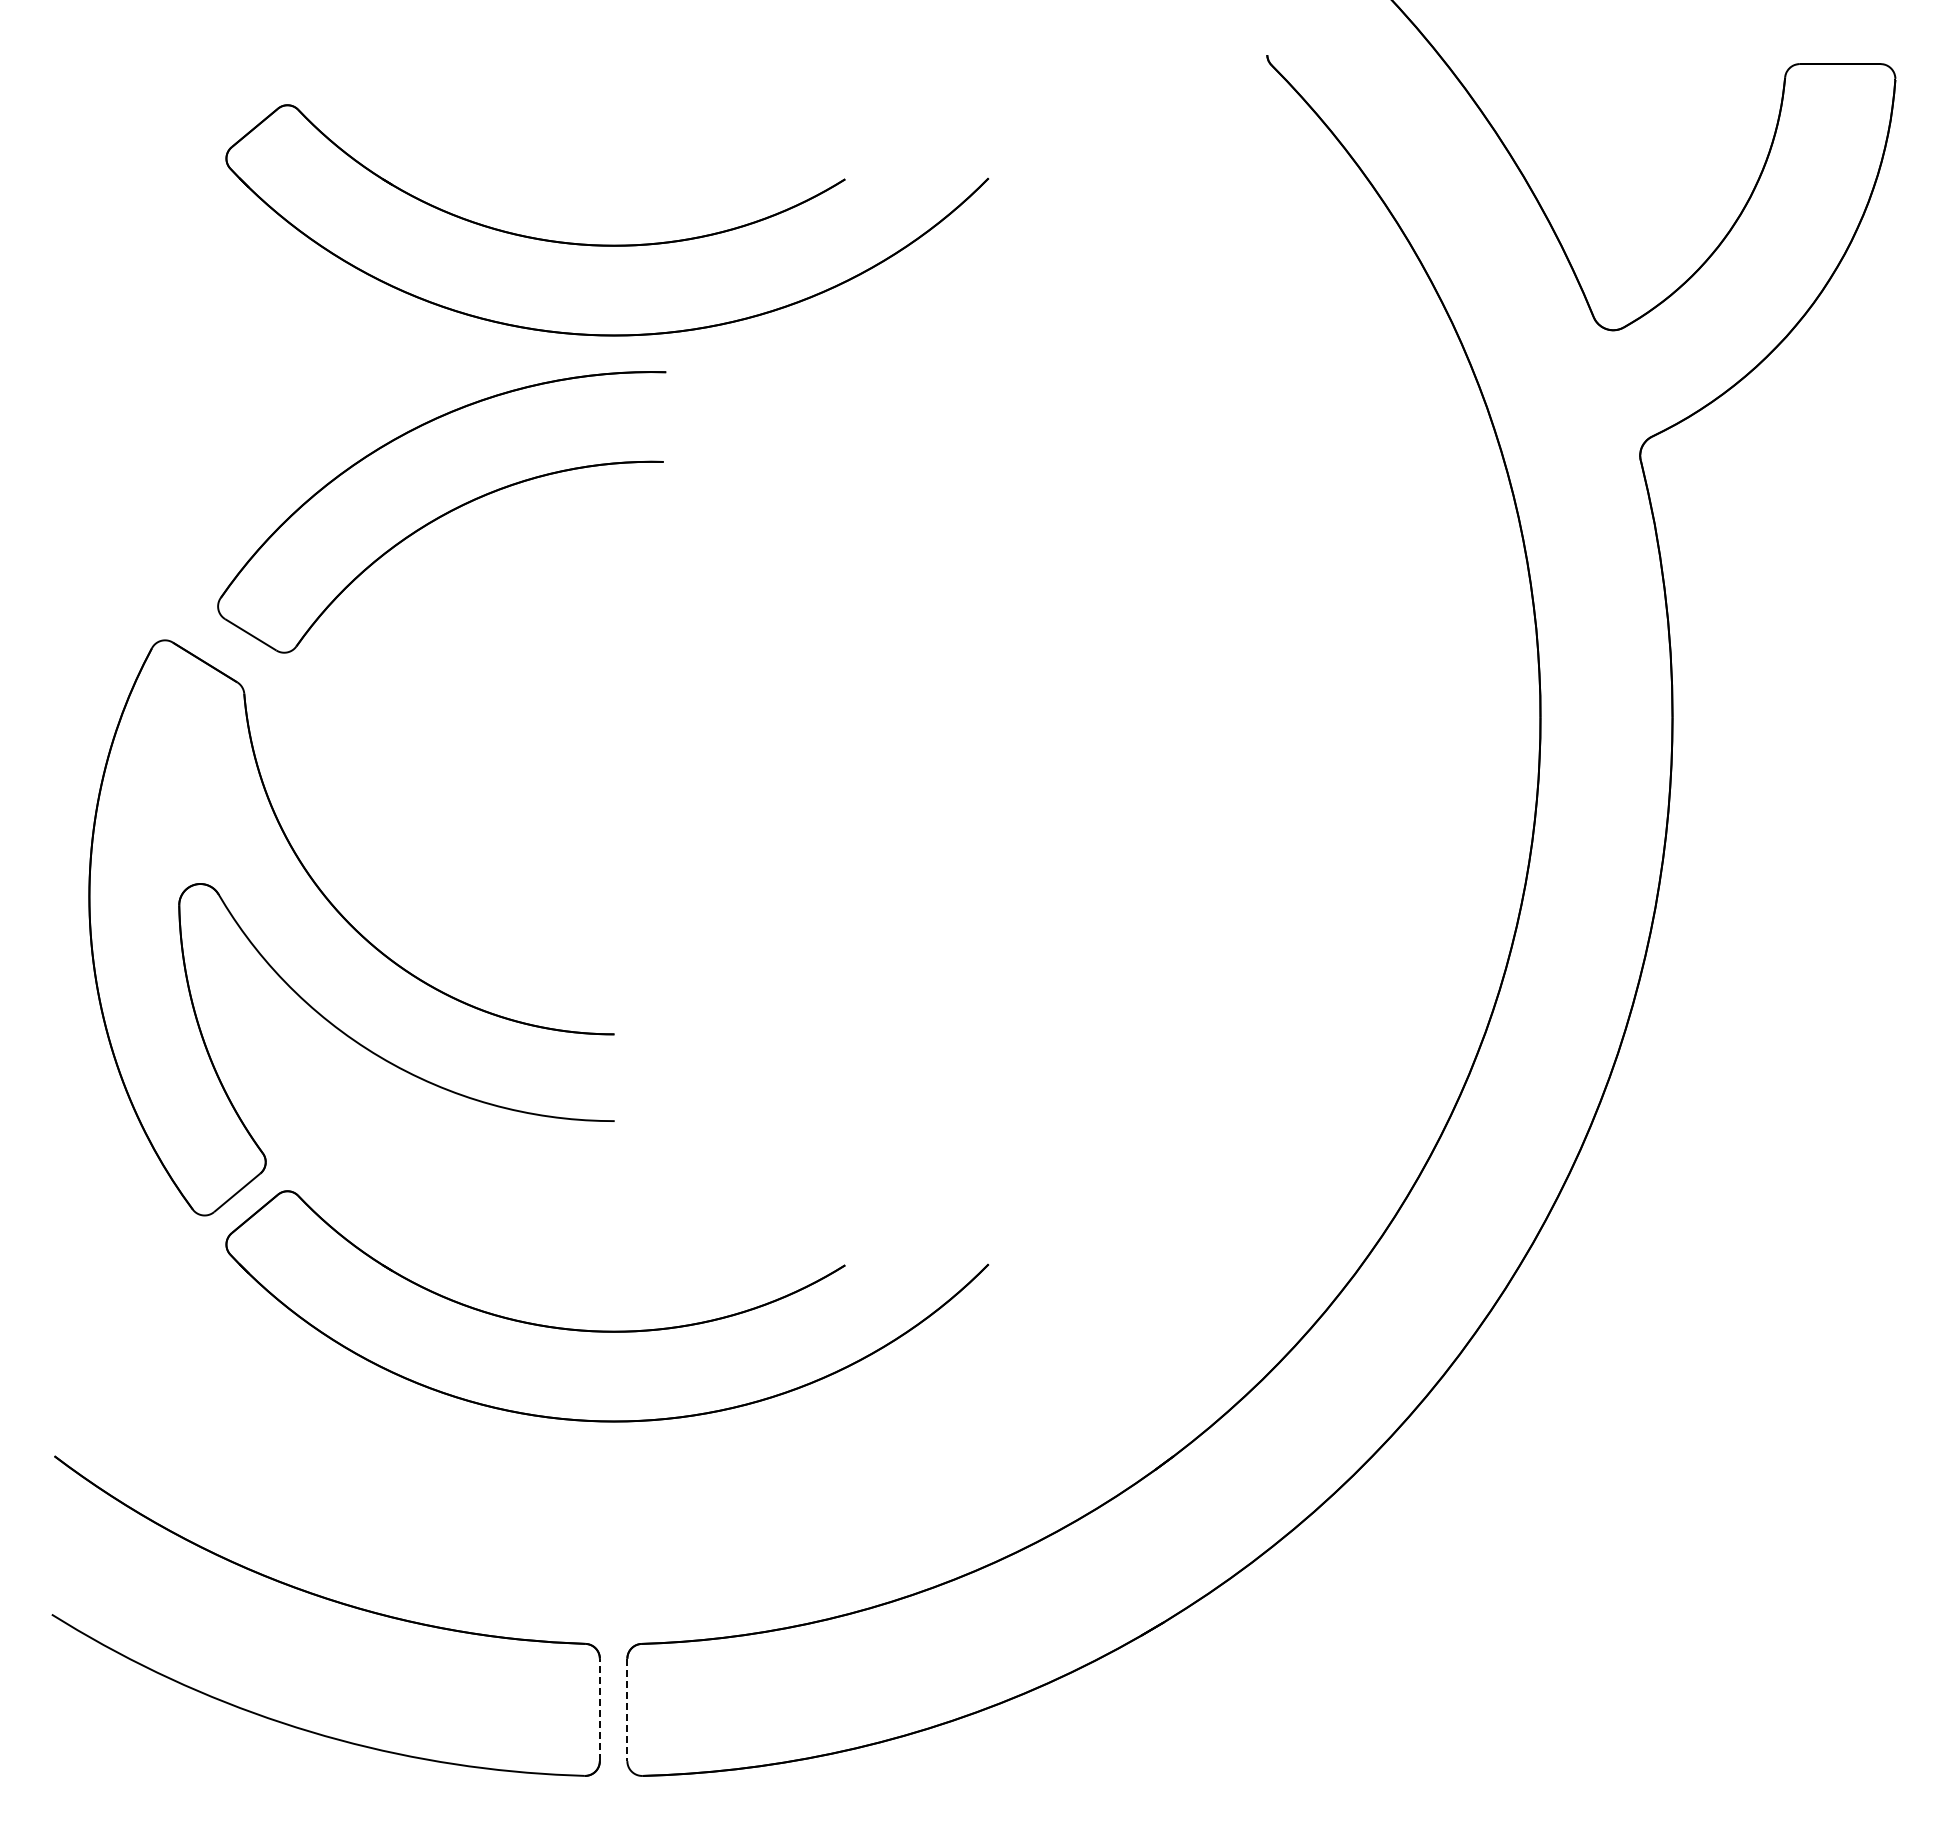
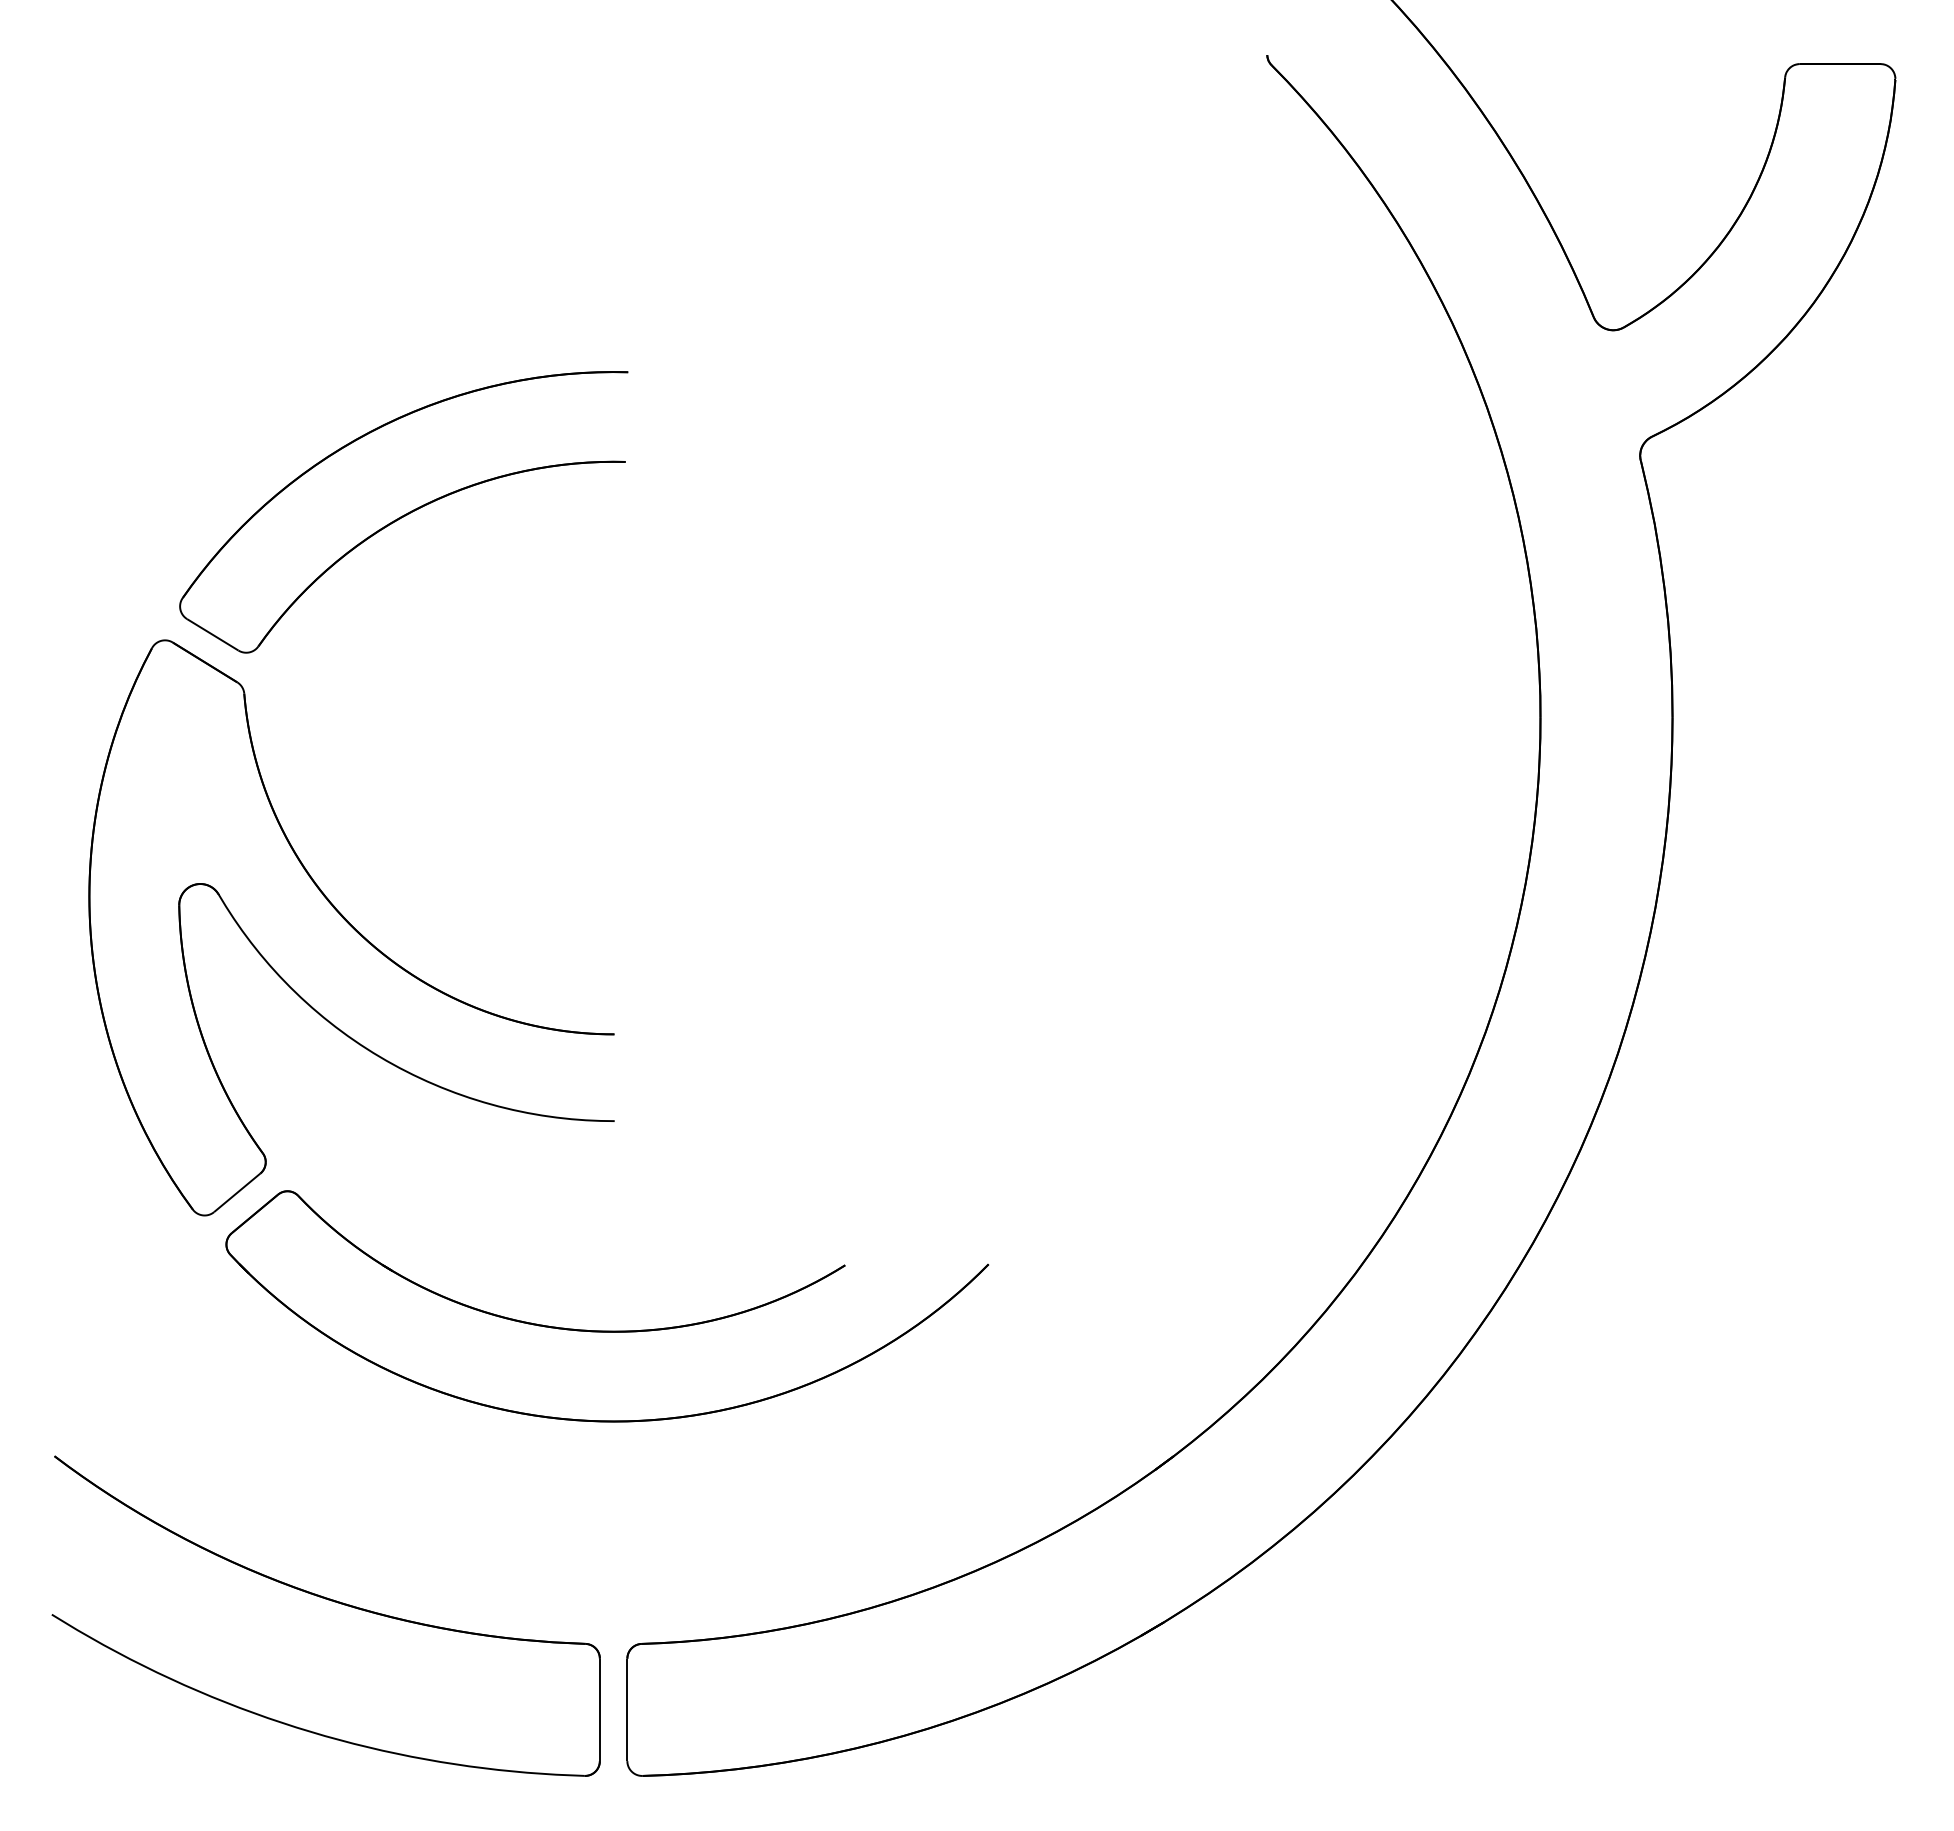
part at (607, 244): present -> none
part at (441, 512) position: (441, 512) -> (403, 512)
line at (599, 1709): dashed -> solid
line at (627, 1710): dashed -> solid
